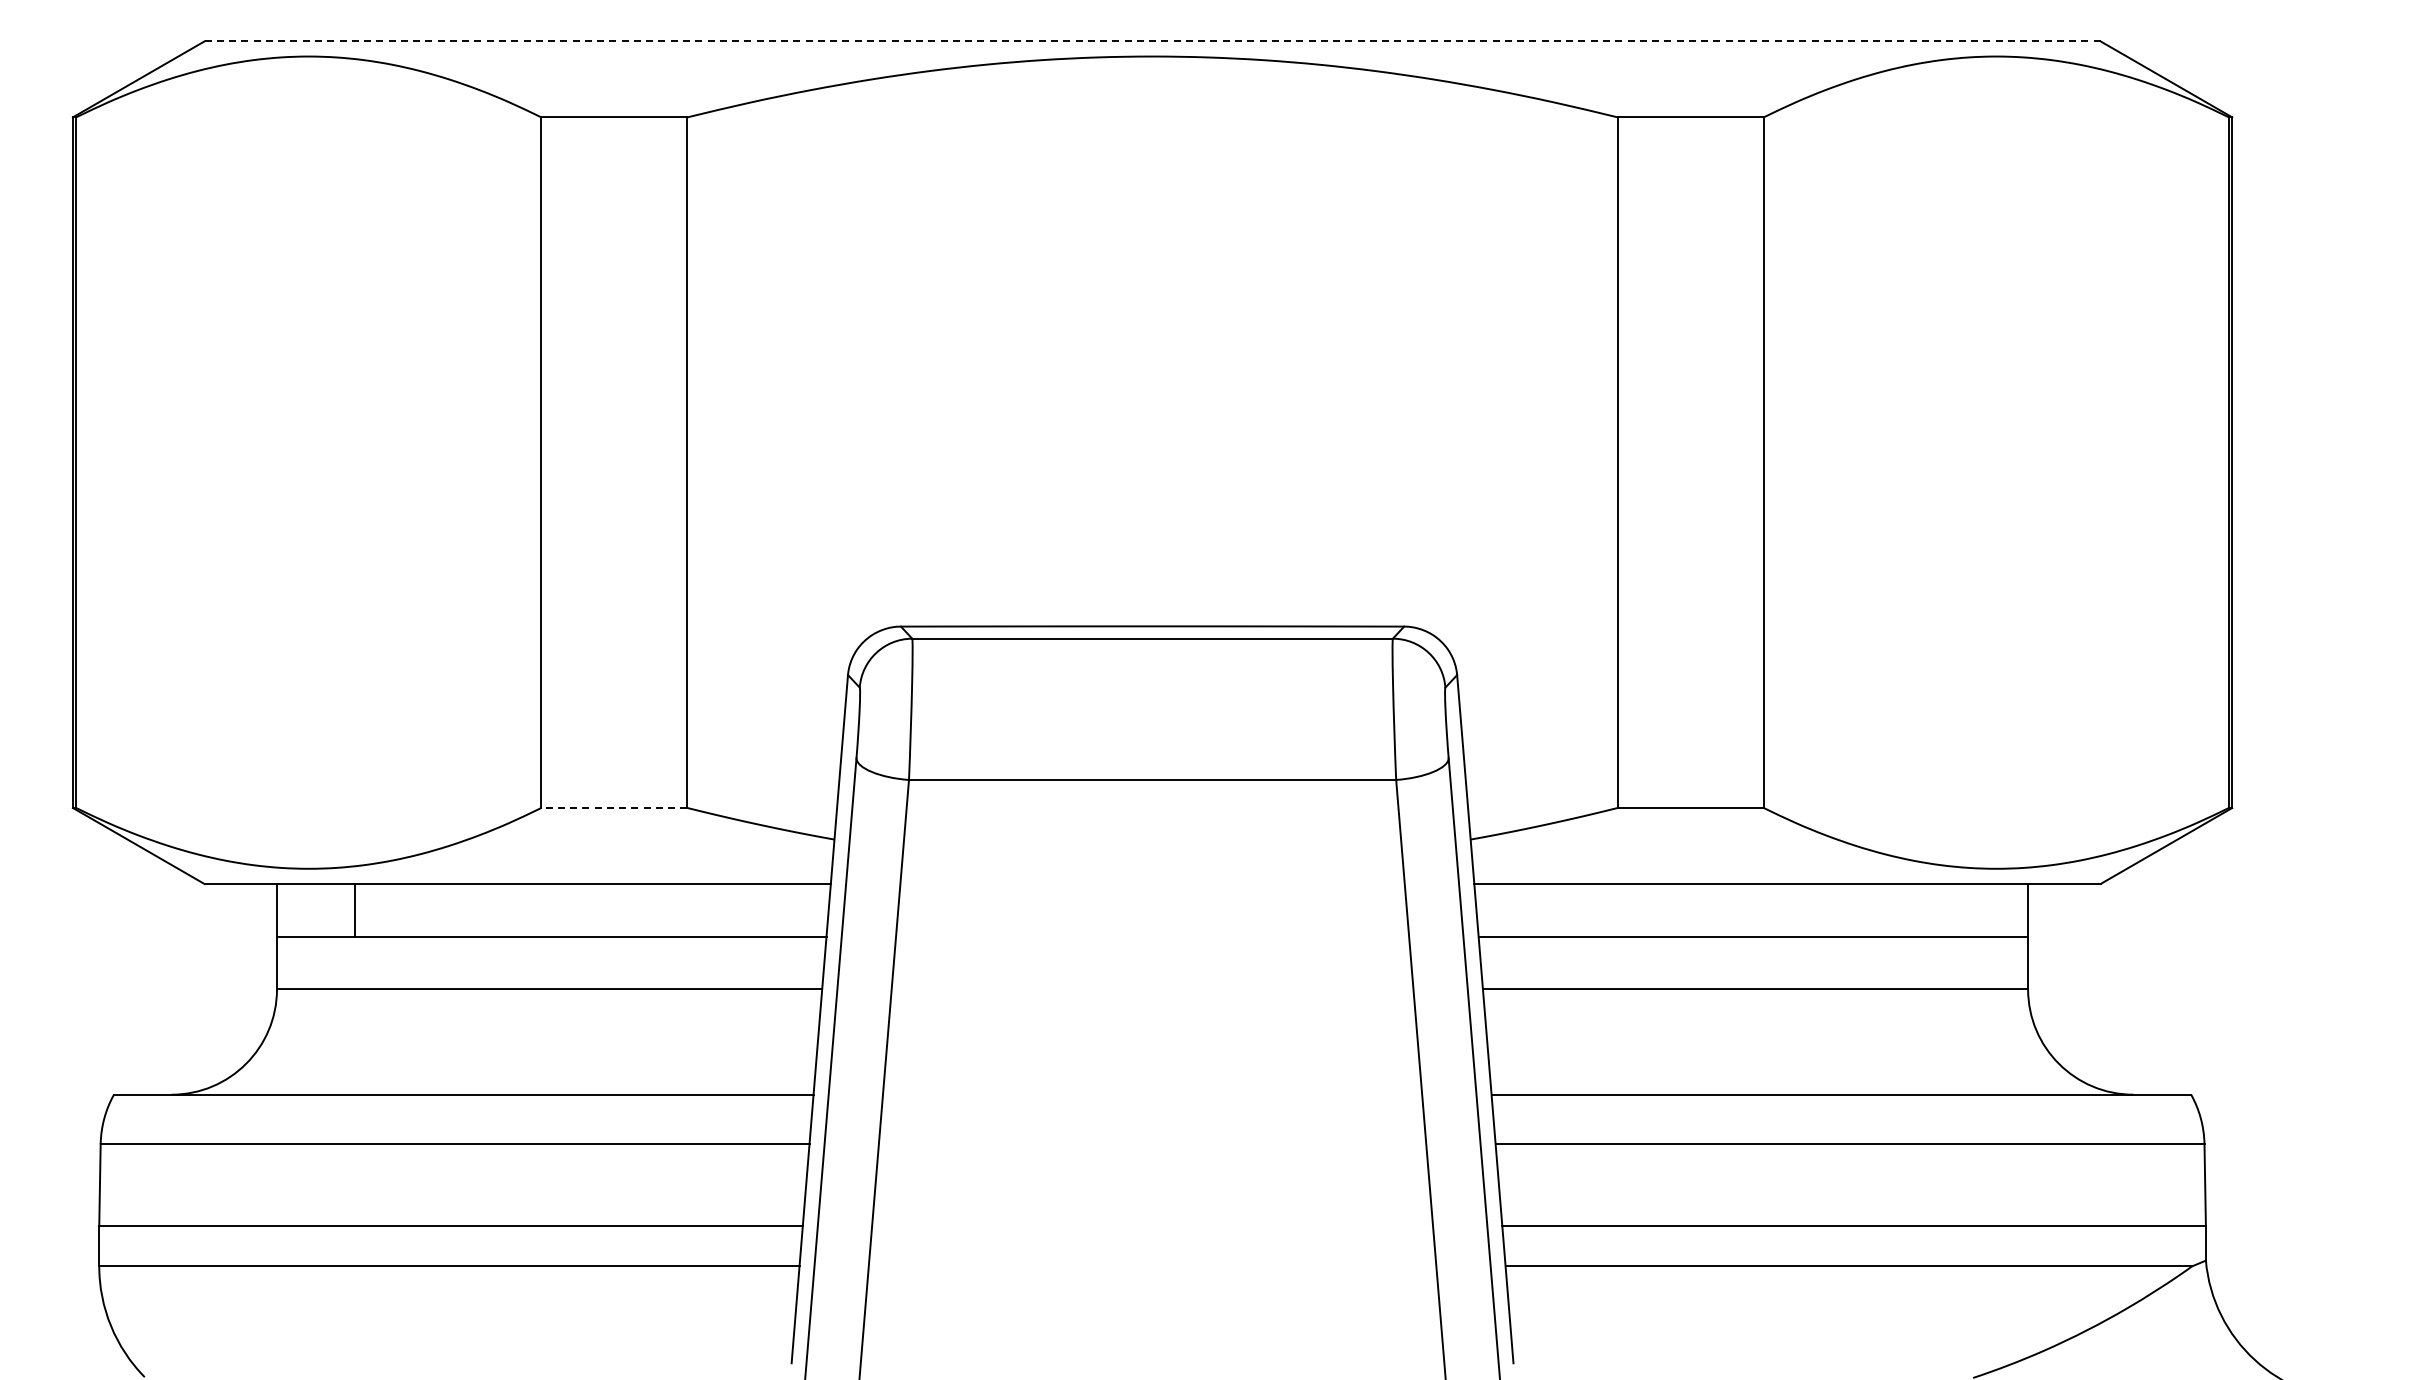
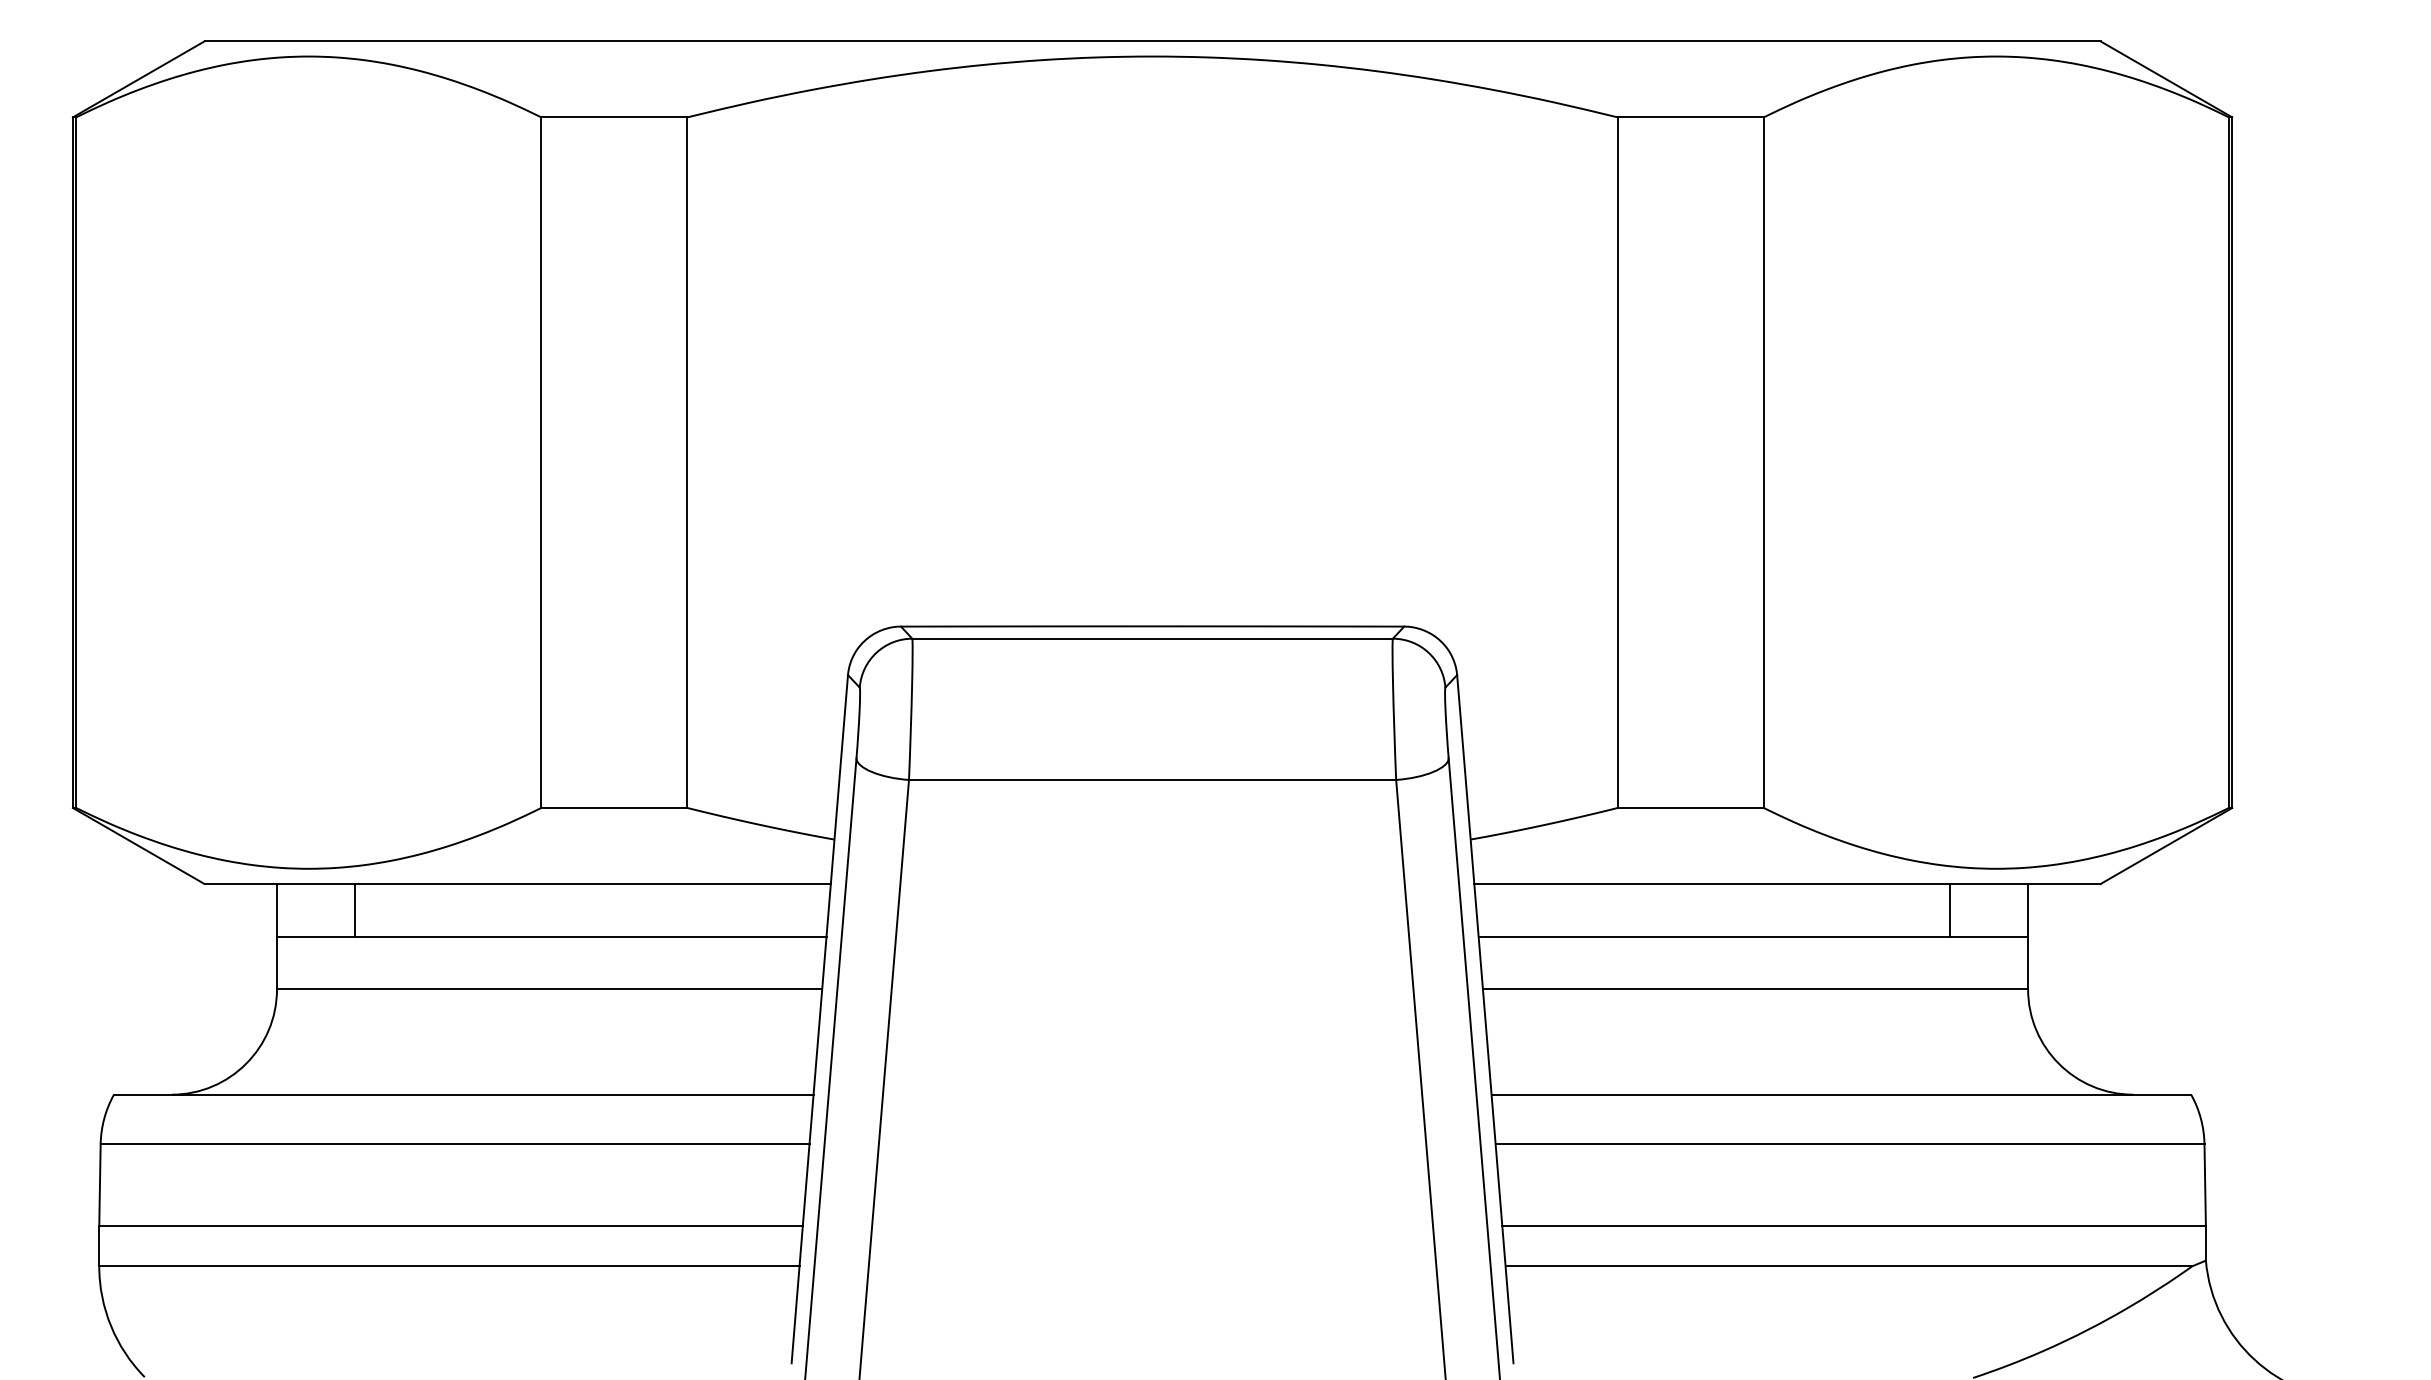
line at (1152, 41): dashed -> solid
line at (613, 807): dashed -> solid
line at (1950, 910): none -> present
